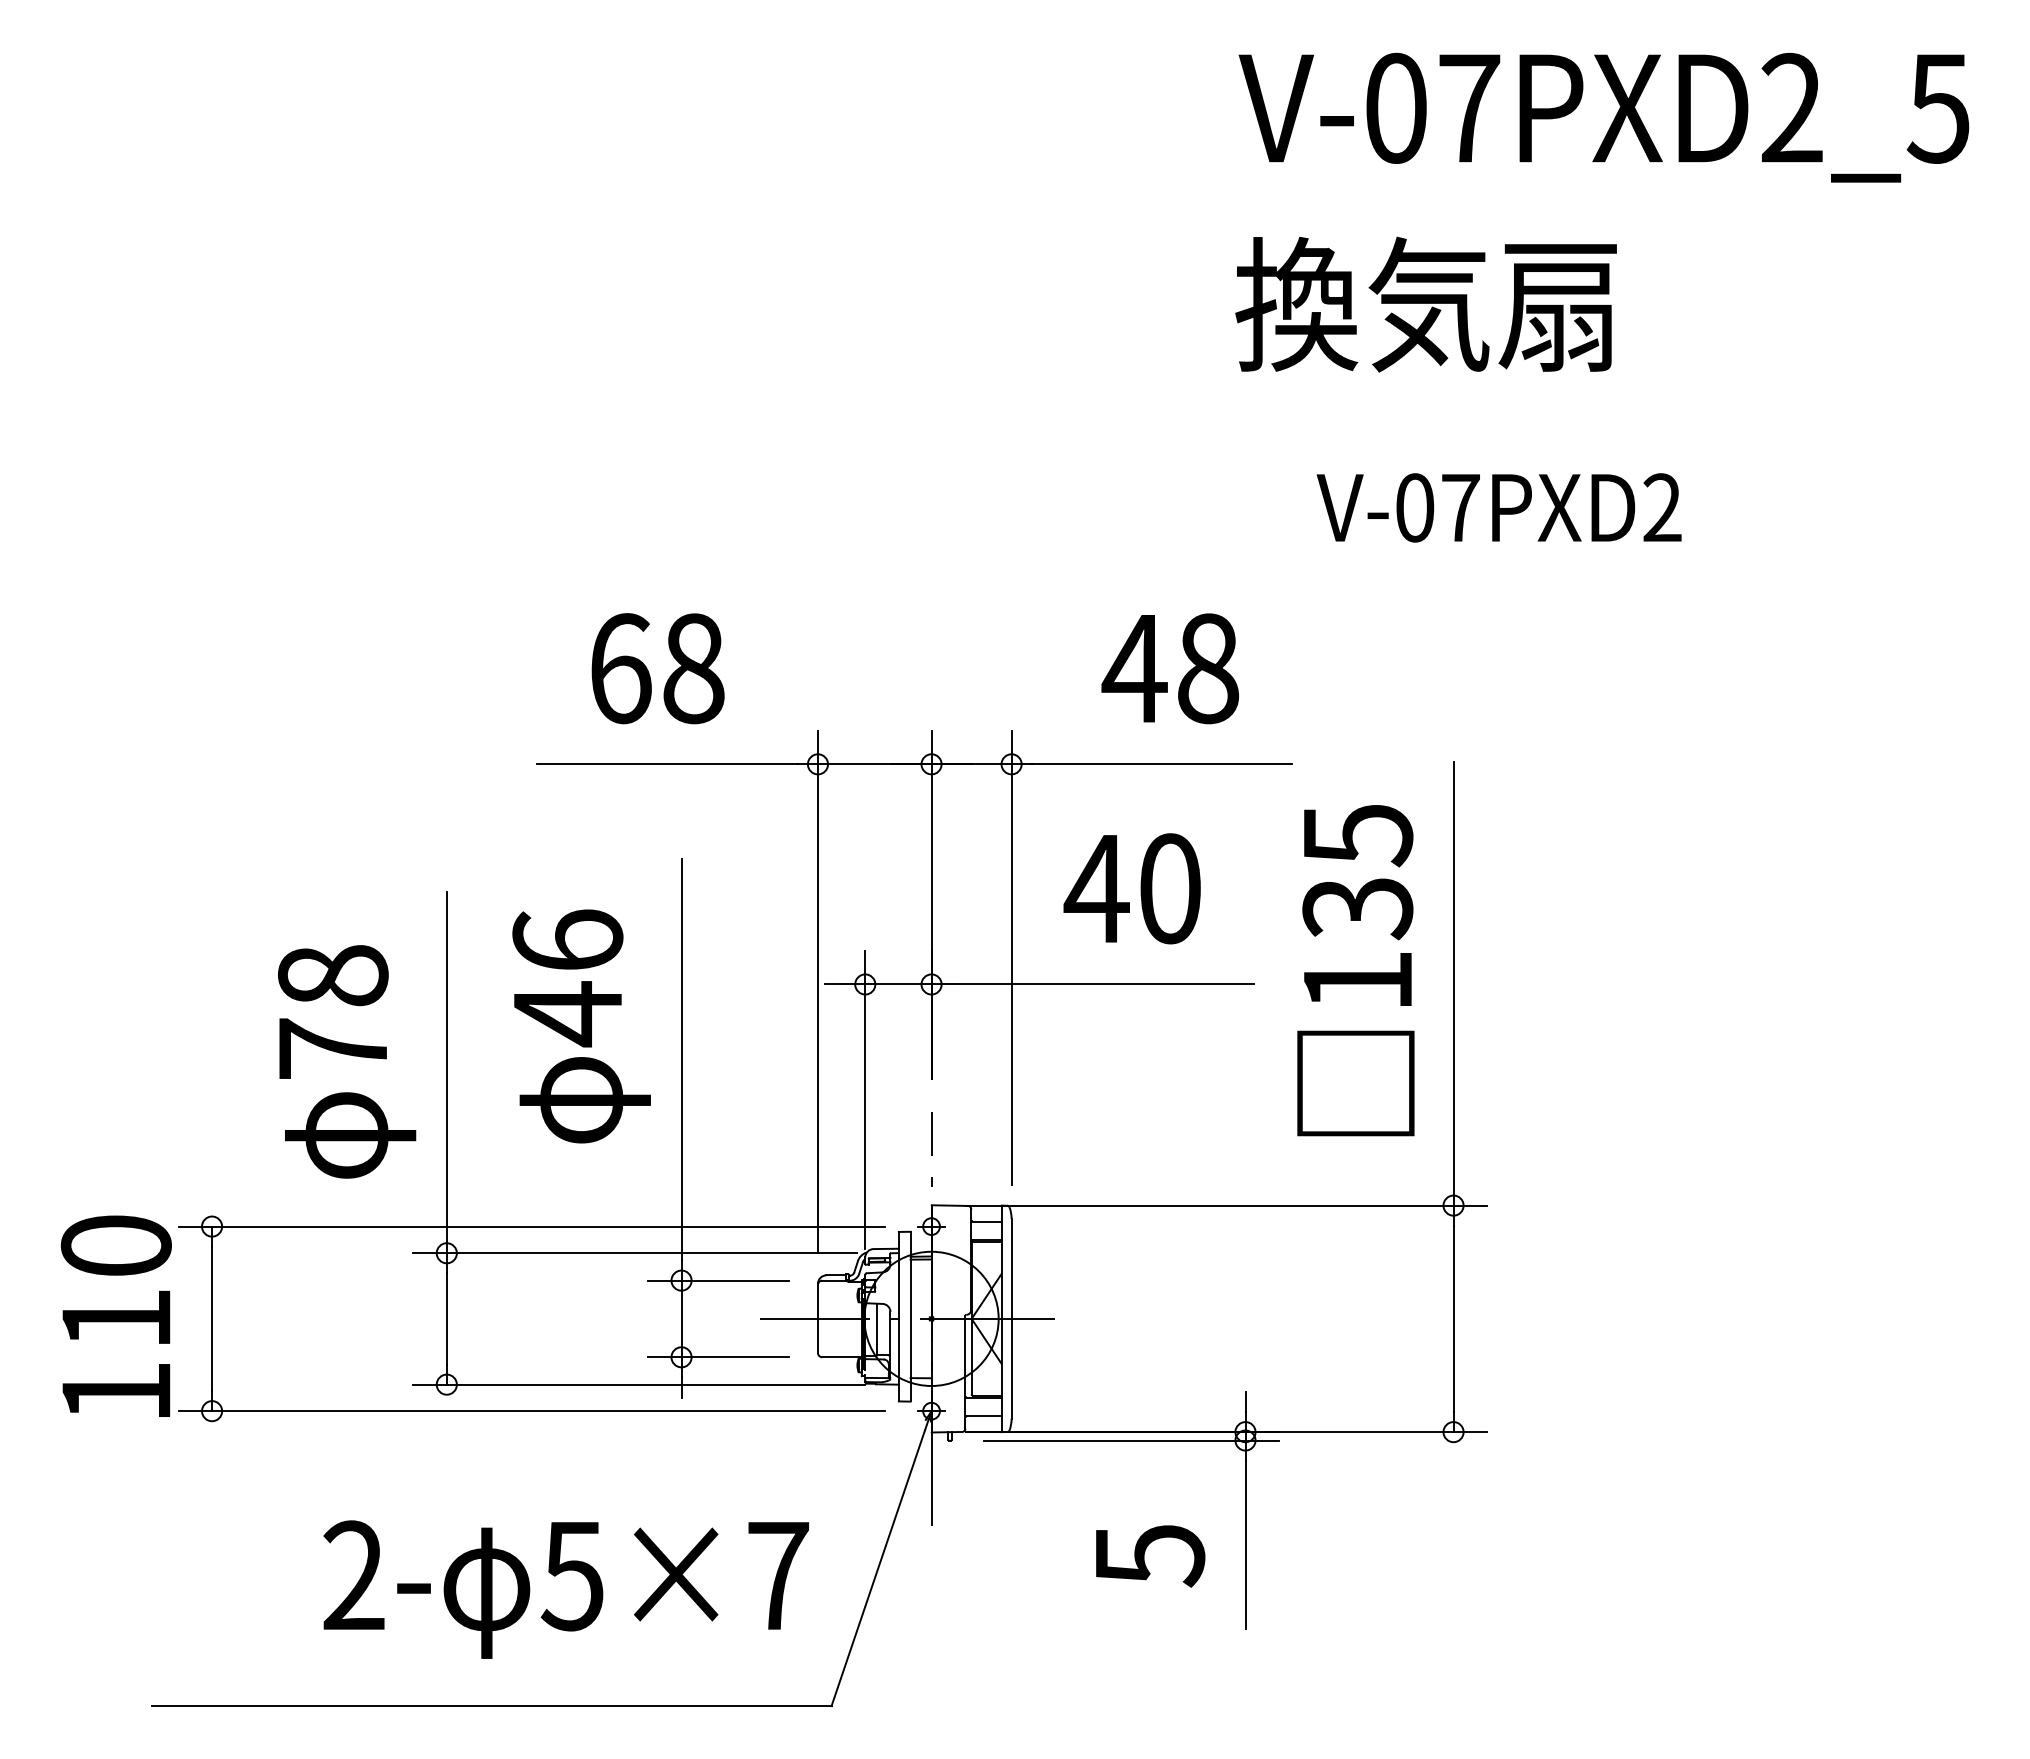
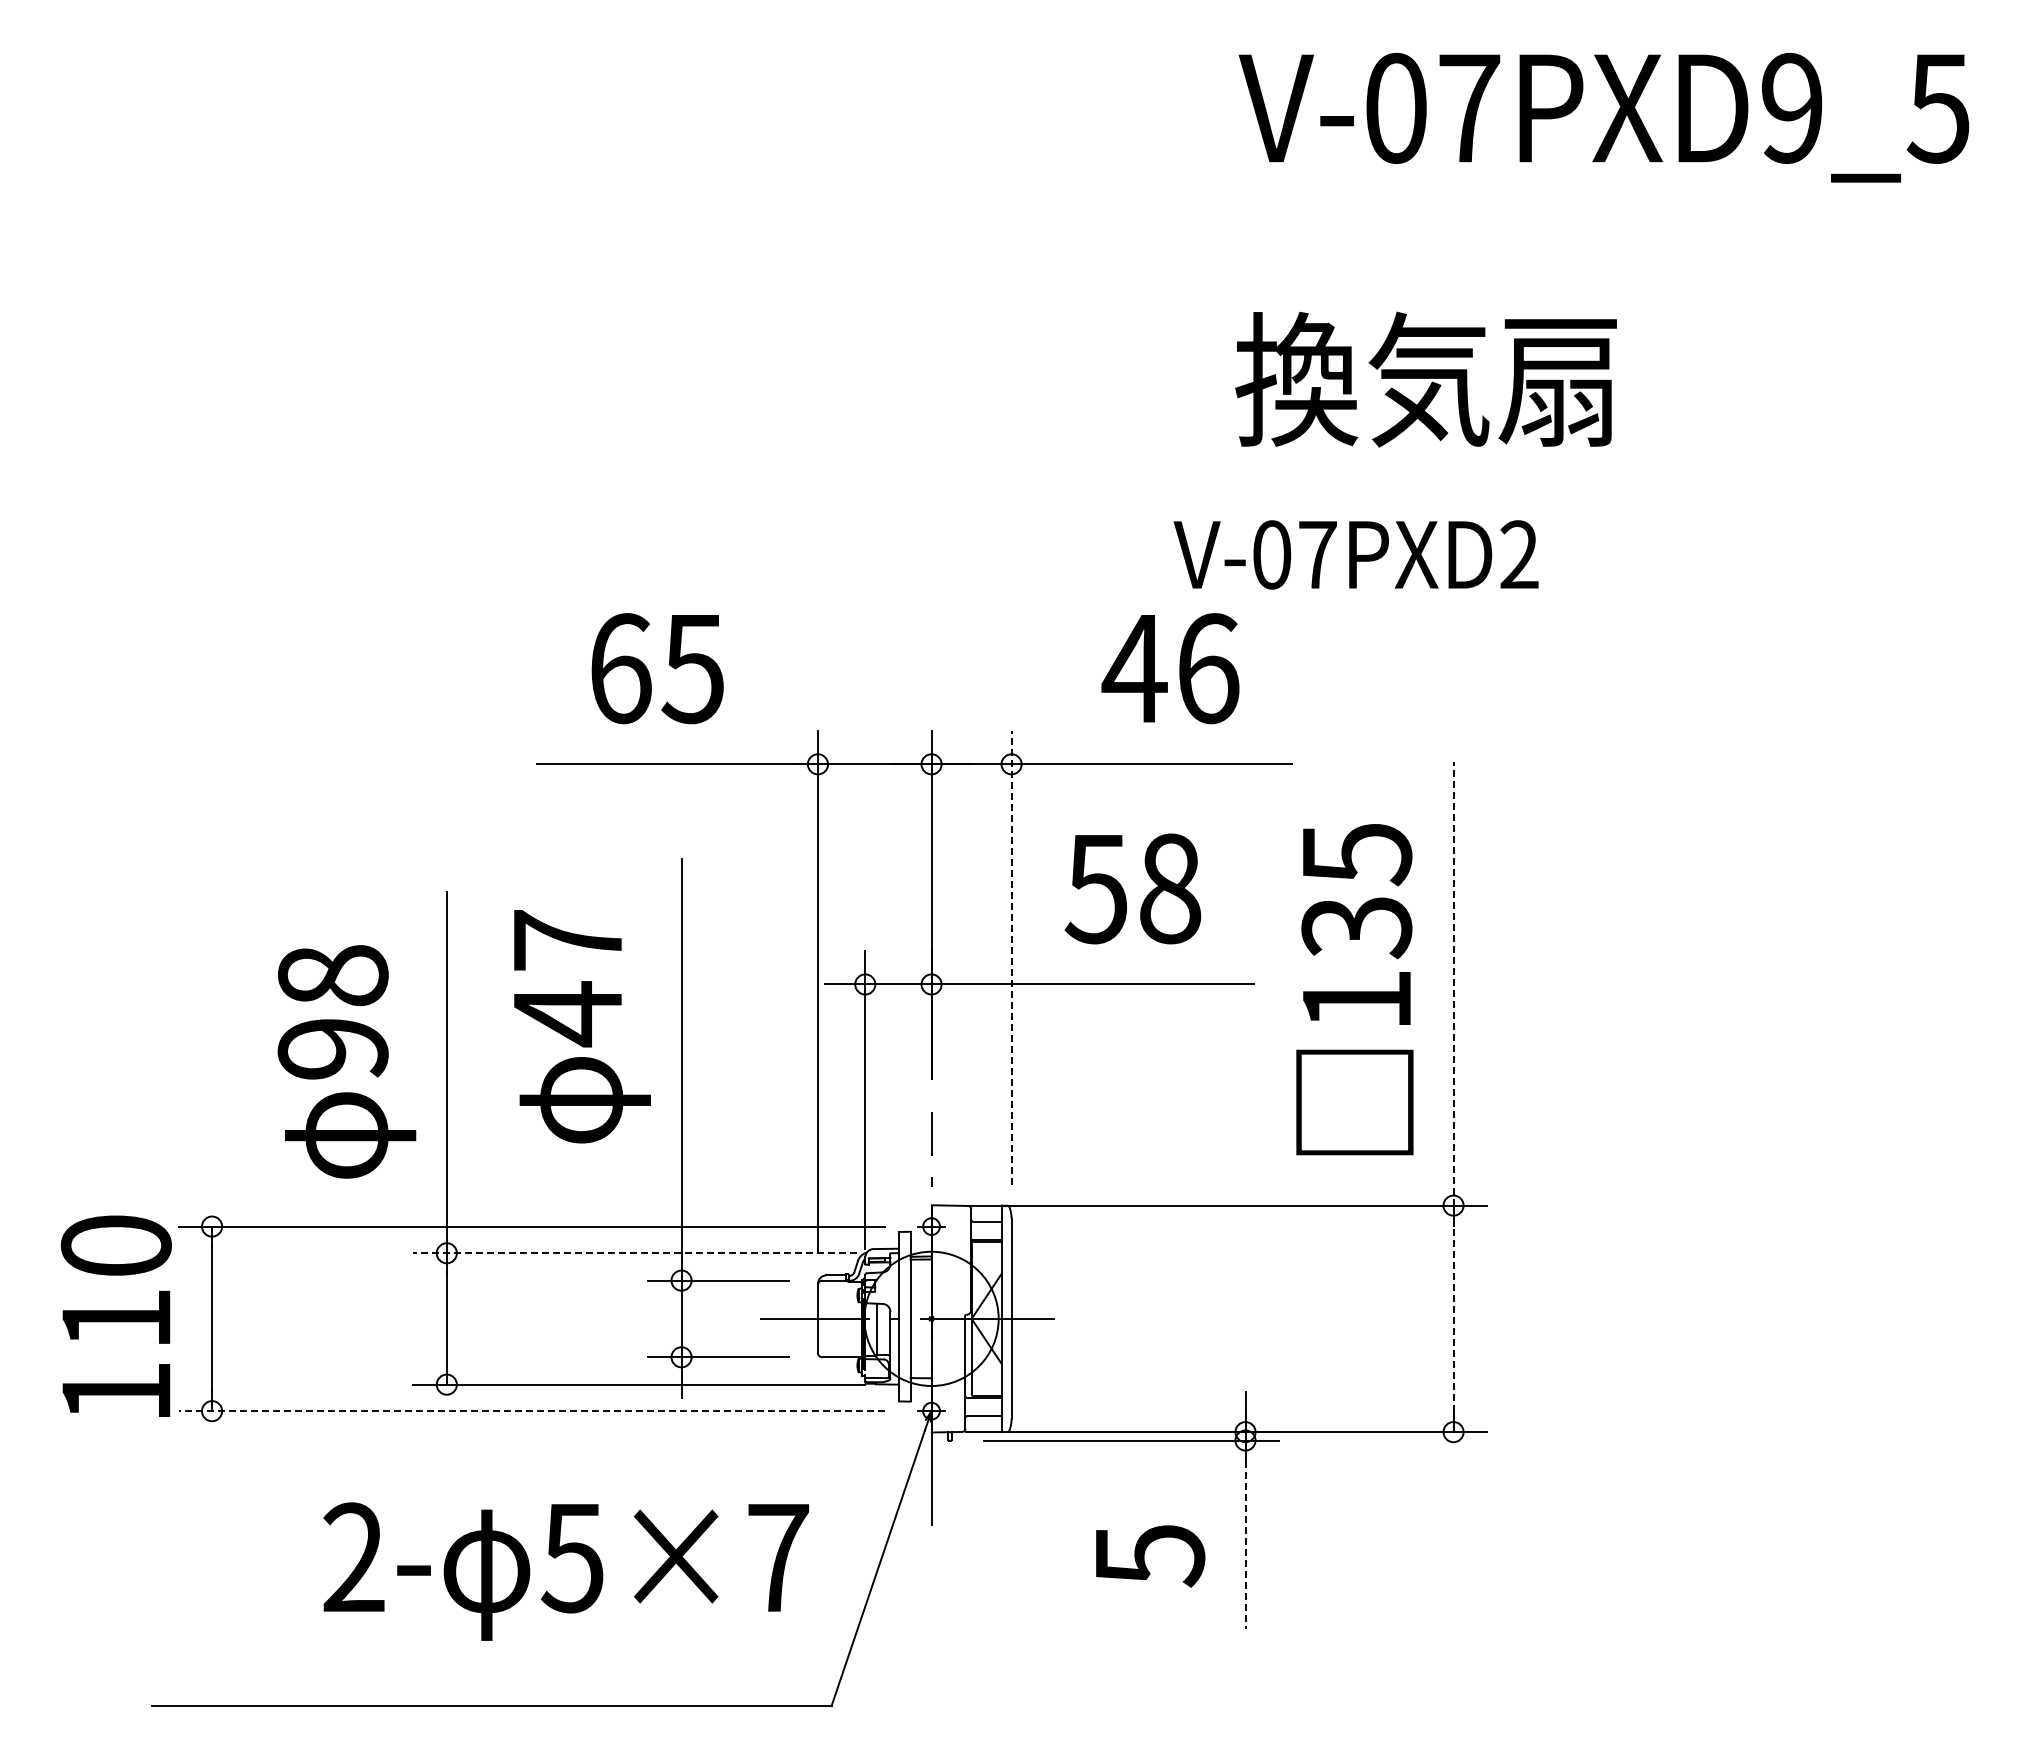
text at (1791, 108): V-07PXD2_5 -> V-07PXD9_5
text at (1425, 304) position: (1425, 304) -> (1425, 379)
text at (1498, 507) position: (1498, 507) -> (1355, 554)
text at (692, 668): 68 -> 65
text at (1208, 668): 48 -> 46
text at (1132, 888): 40 -> 58
text at (567, 939): 46 -> 47
line at (1011, 957): solid -> dashed
text at (1355, 970) position: (1355, 970) -> (1354, 989)
line at (1453, 983): solid -> dashed
text at (332, 1048): 78 -> 98
line at (634, 1253): solid -> dashed
line at (1453, 1318): solid -> dashed
line at (531, 1411): solid -> dashed
line at (1245, 1545): solid -> dashed
text at (565, 1589) position: (565, 1589) -> (565, 1571)
